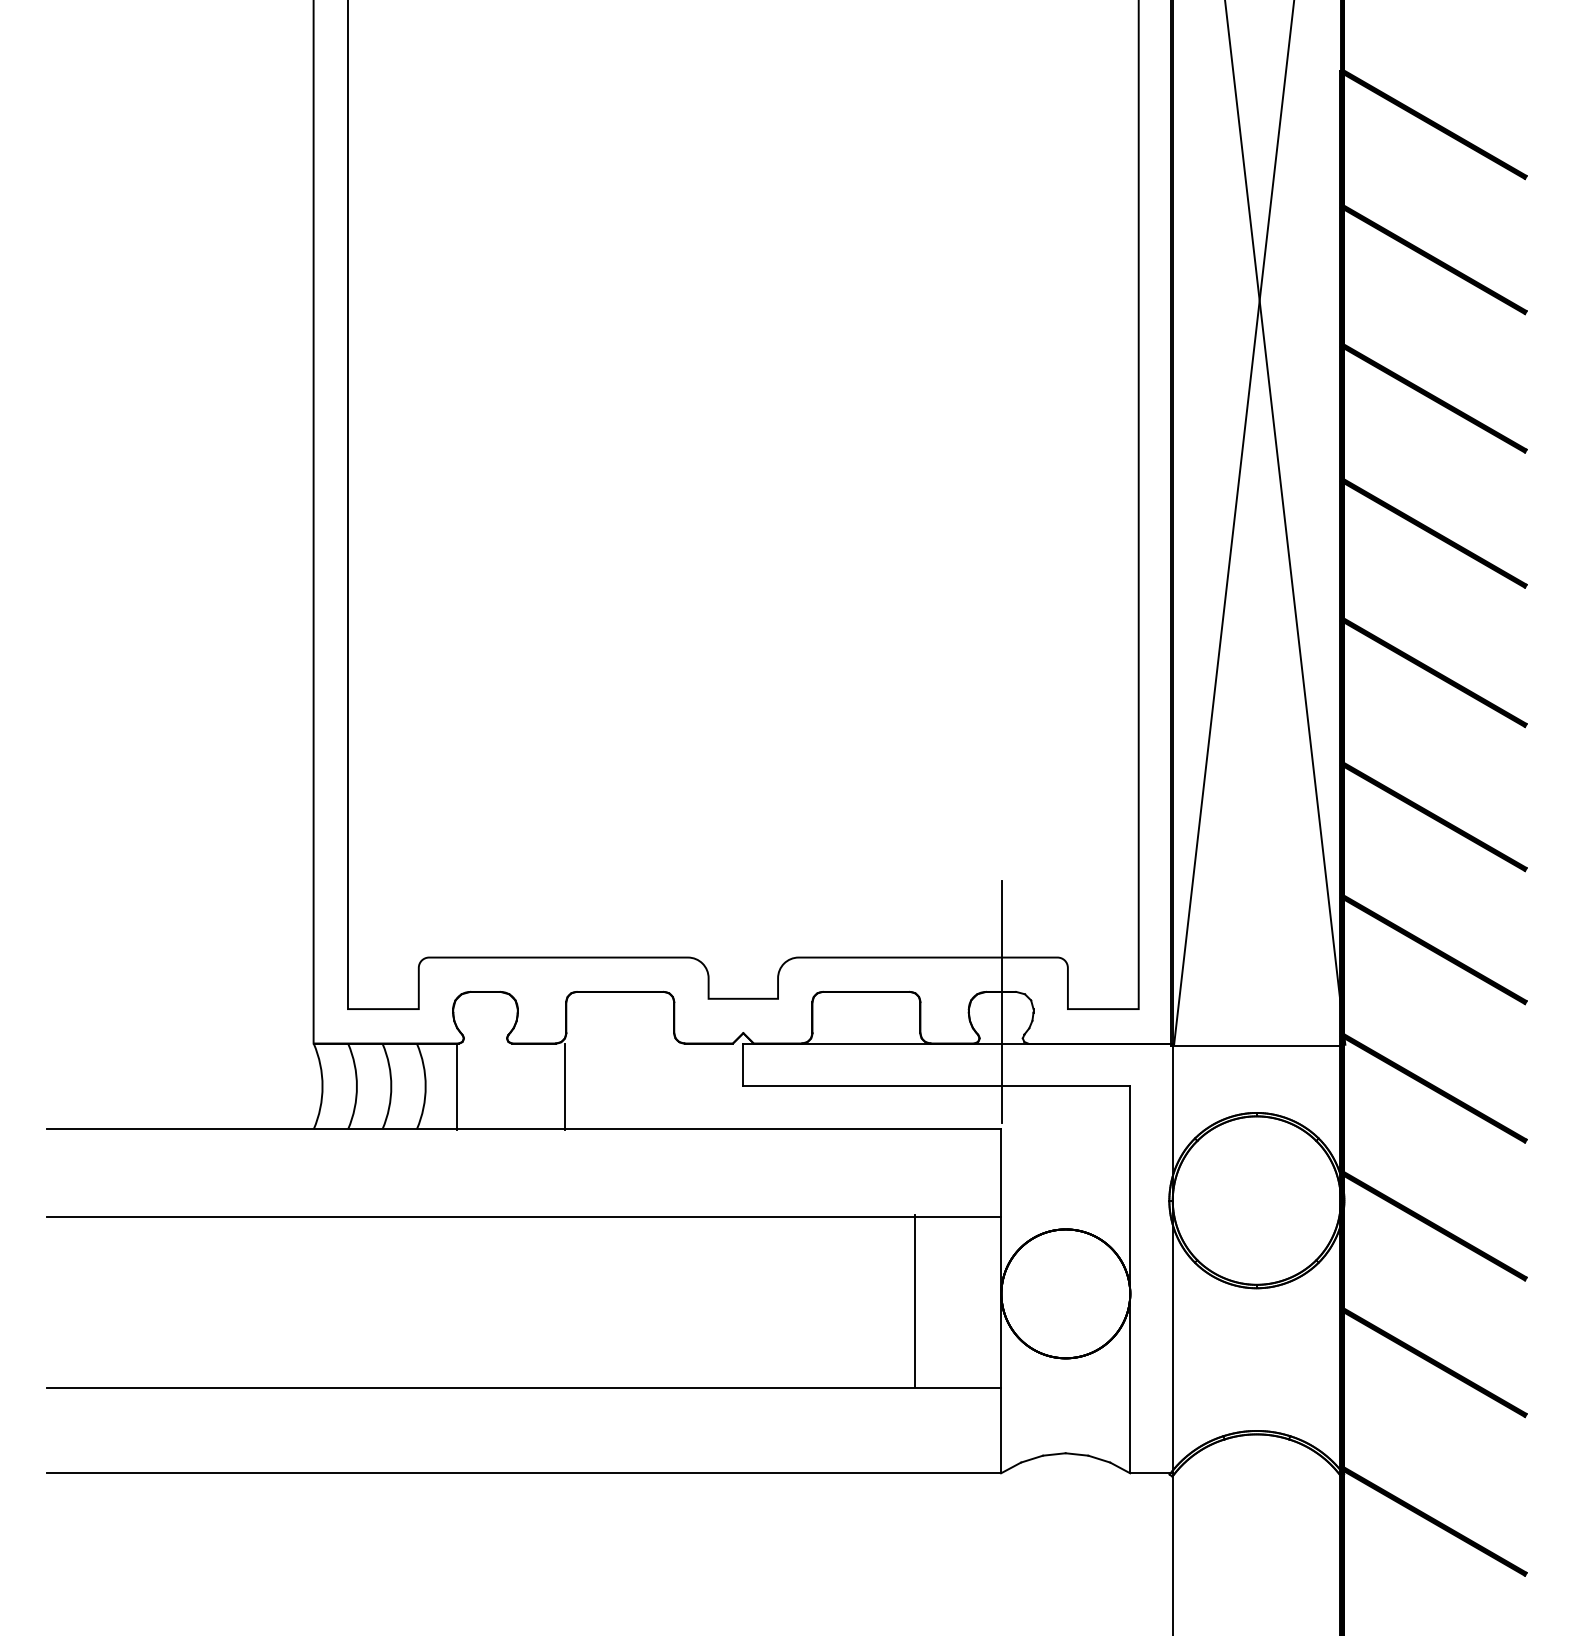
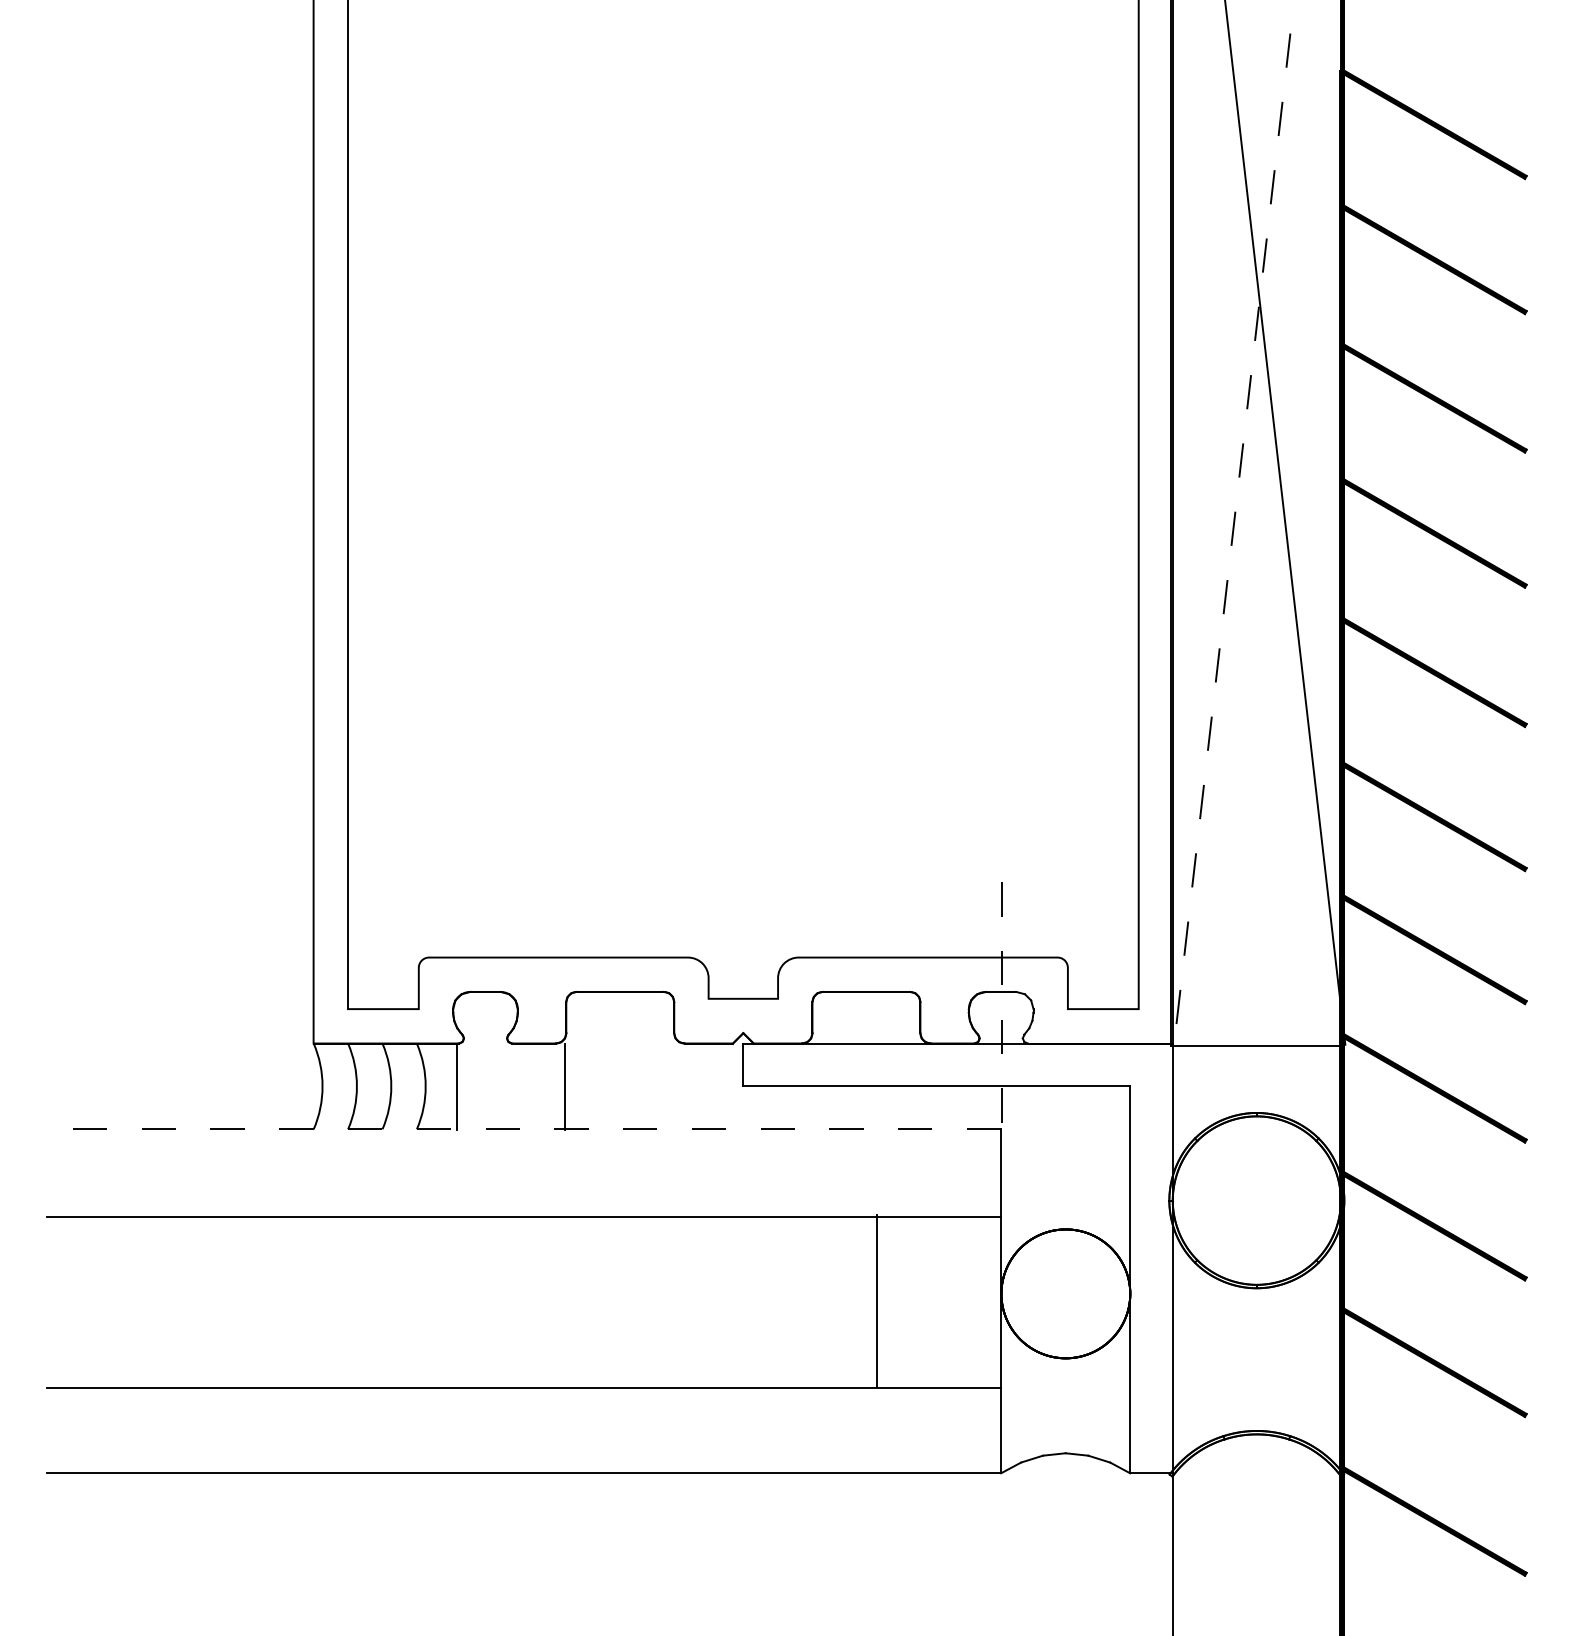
line at (1234, 522): solid -> dashed
line at (1001, 1001): solid -> dashed
line at (524, 1129): solid -> dashed
line at (915, 1301) position: (915, 1301) -> (877, 1301)
